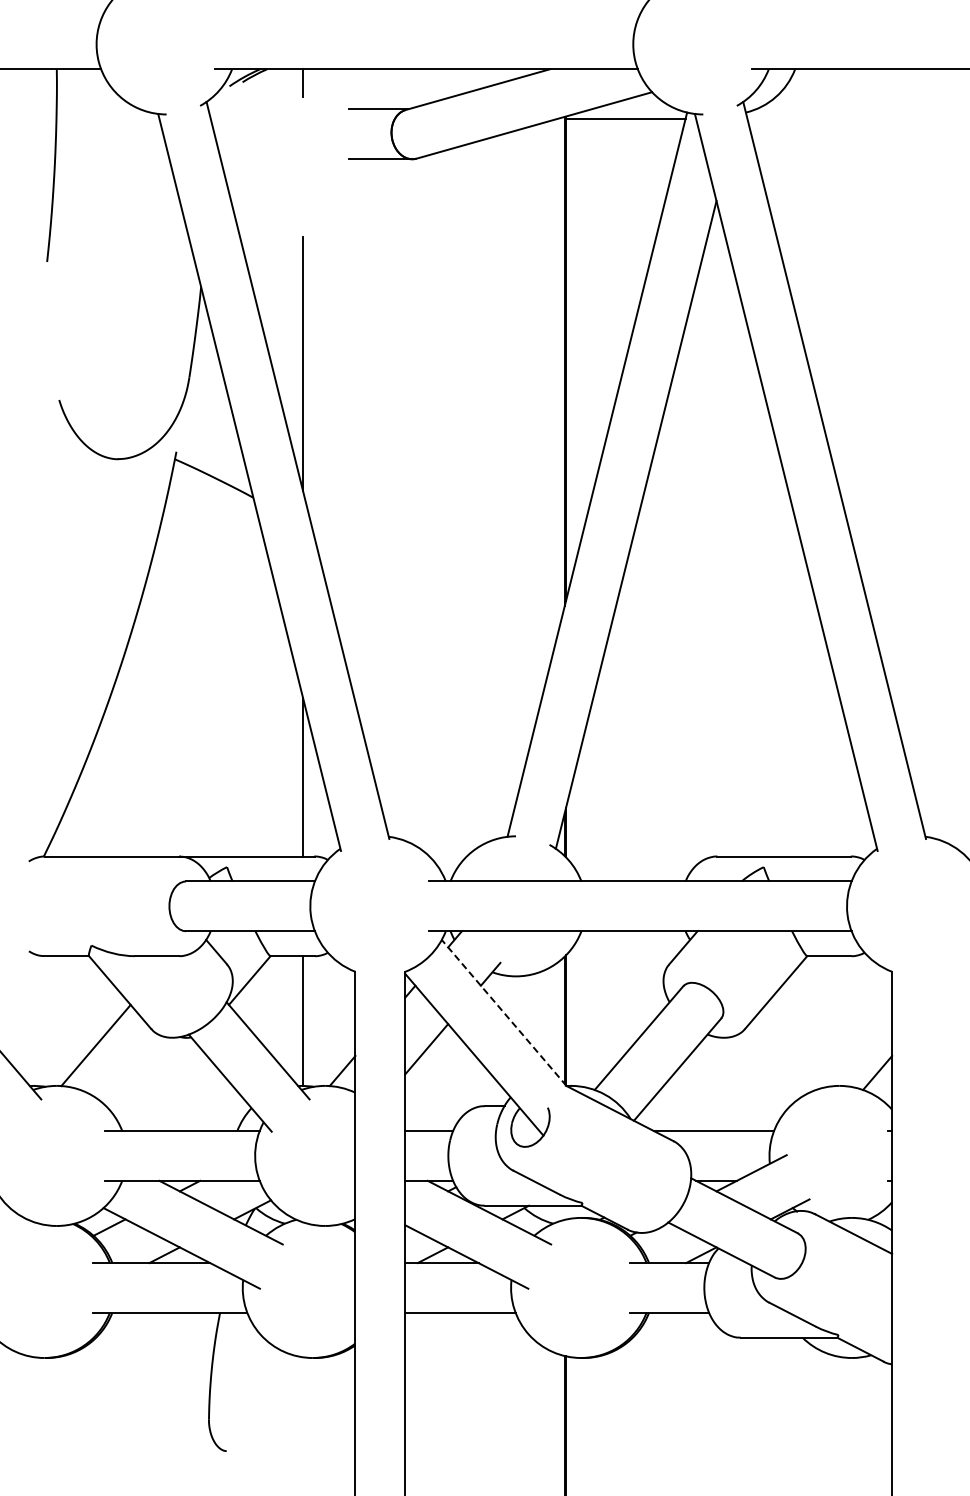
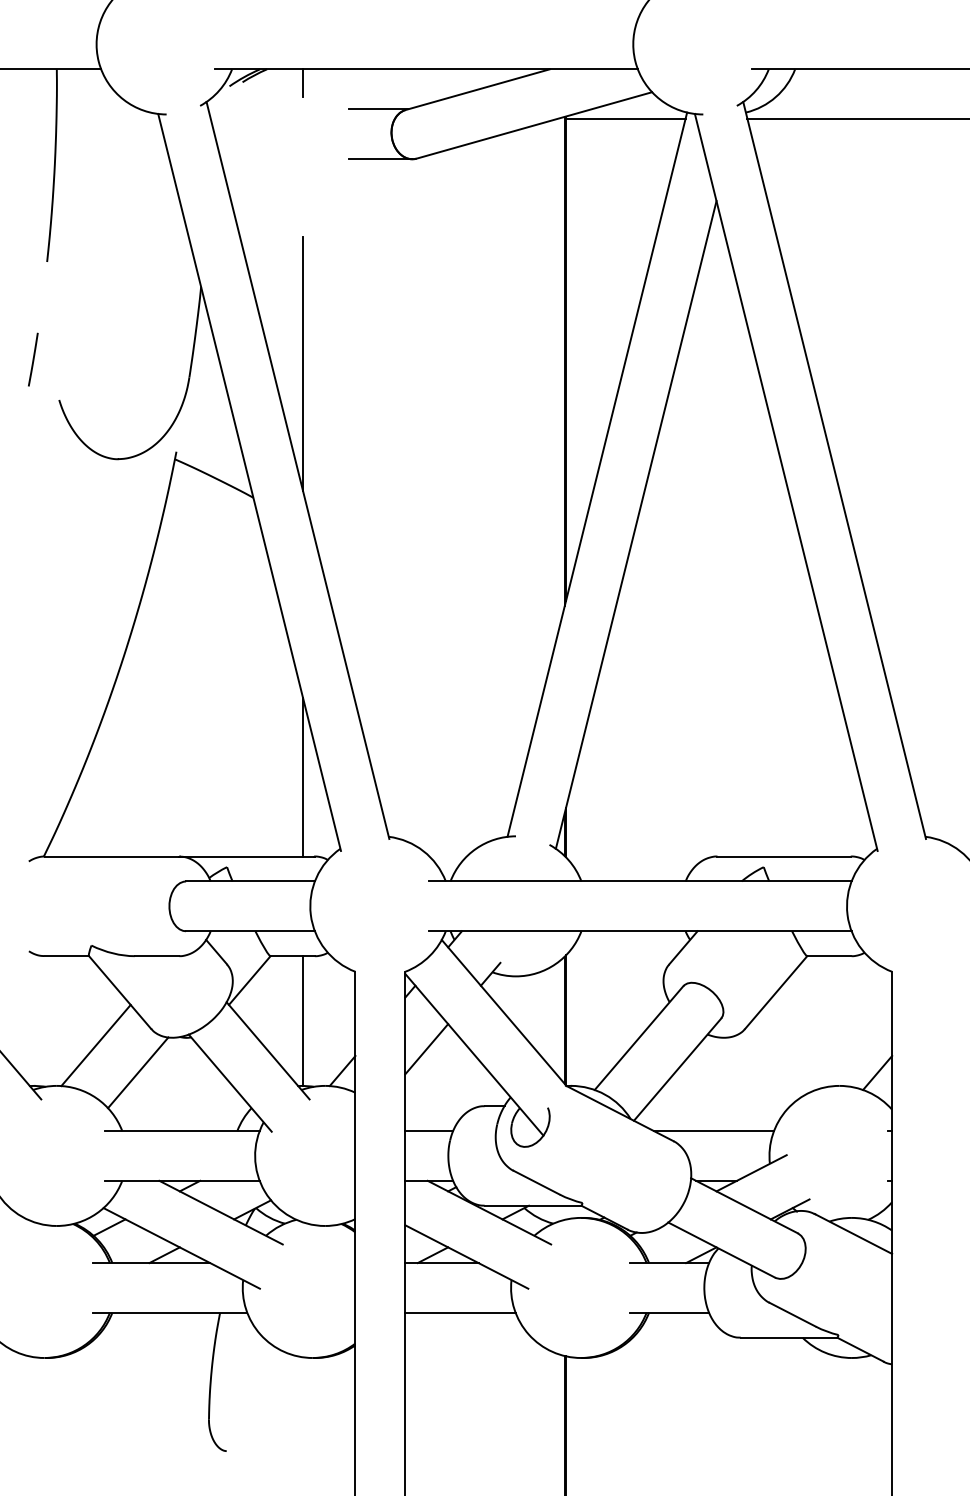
line at (856, 118): none -> present
line at (33, 359): none -> present
line at (504, 1012): dashed -> solid
line at (138, 1072): none -> present
